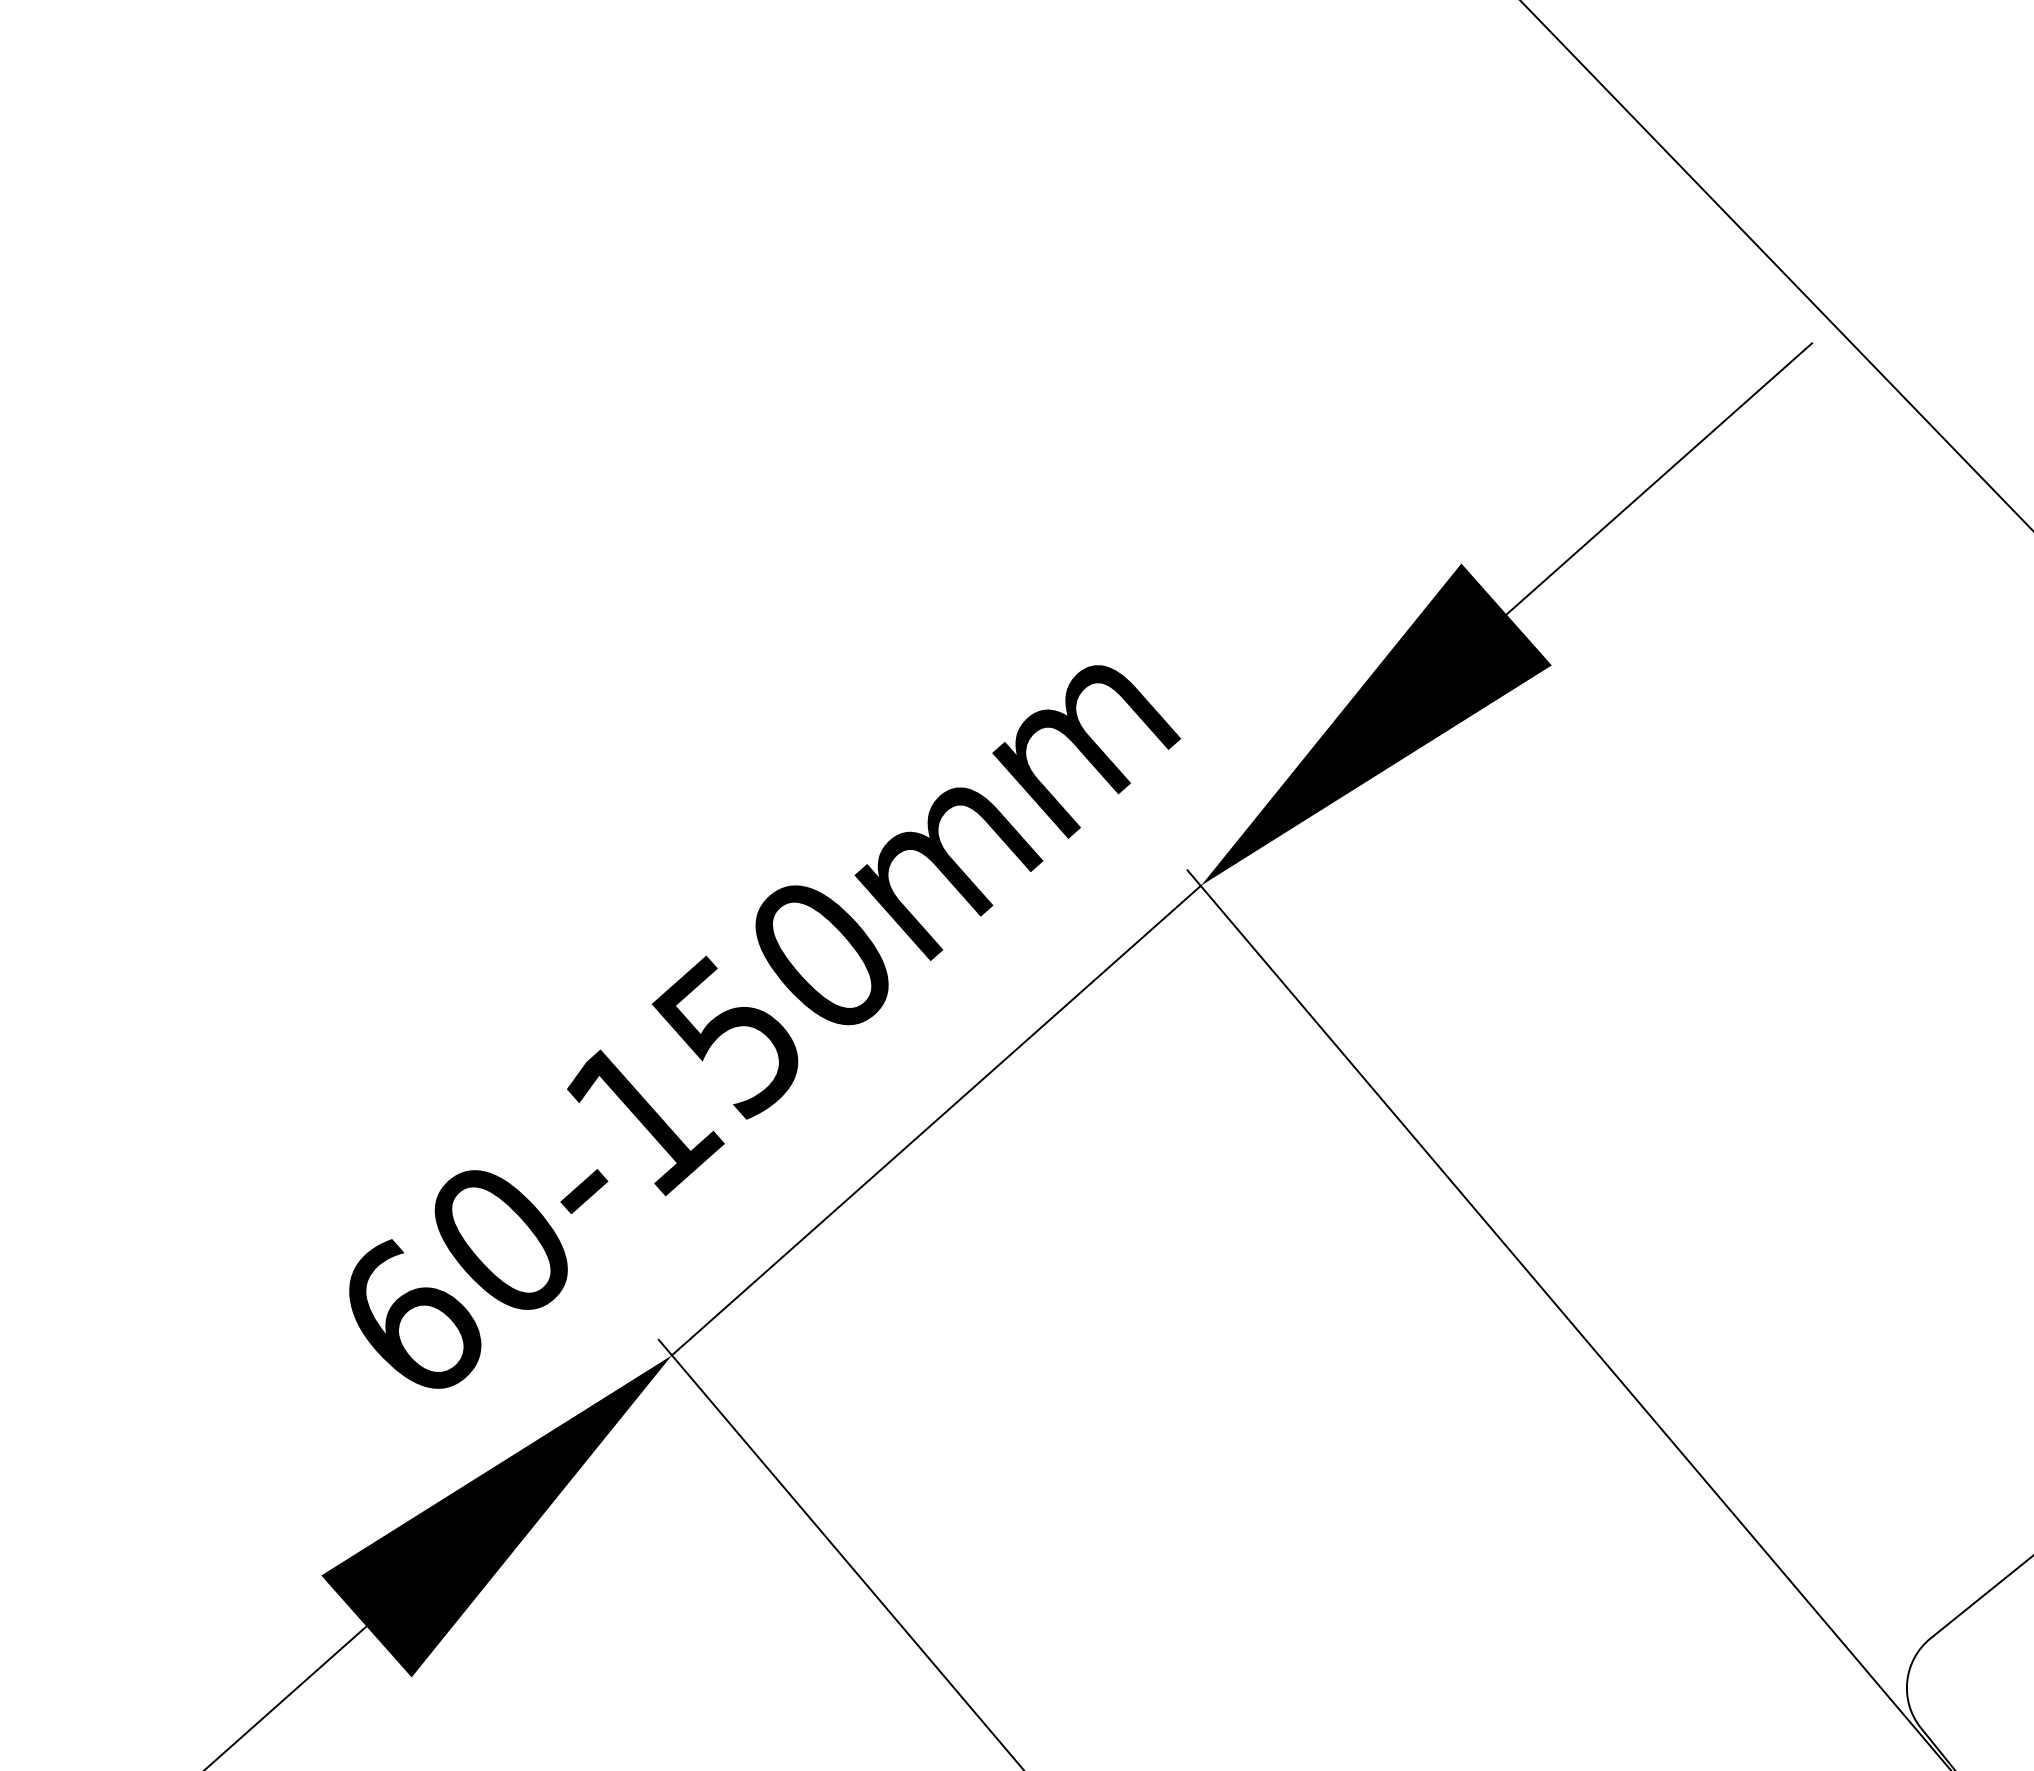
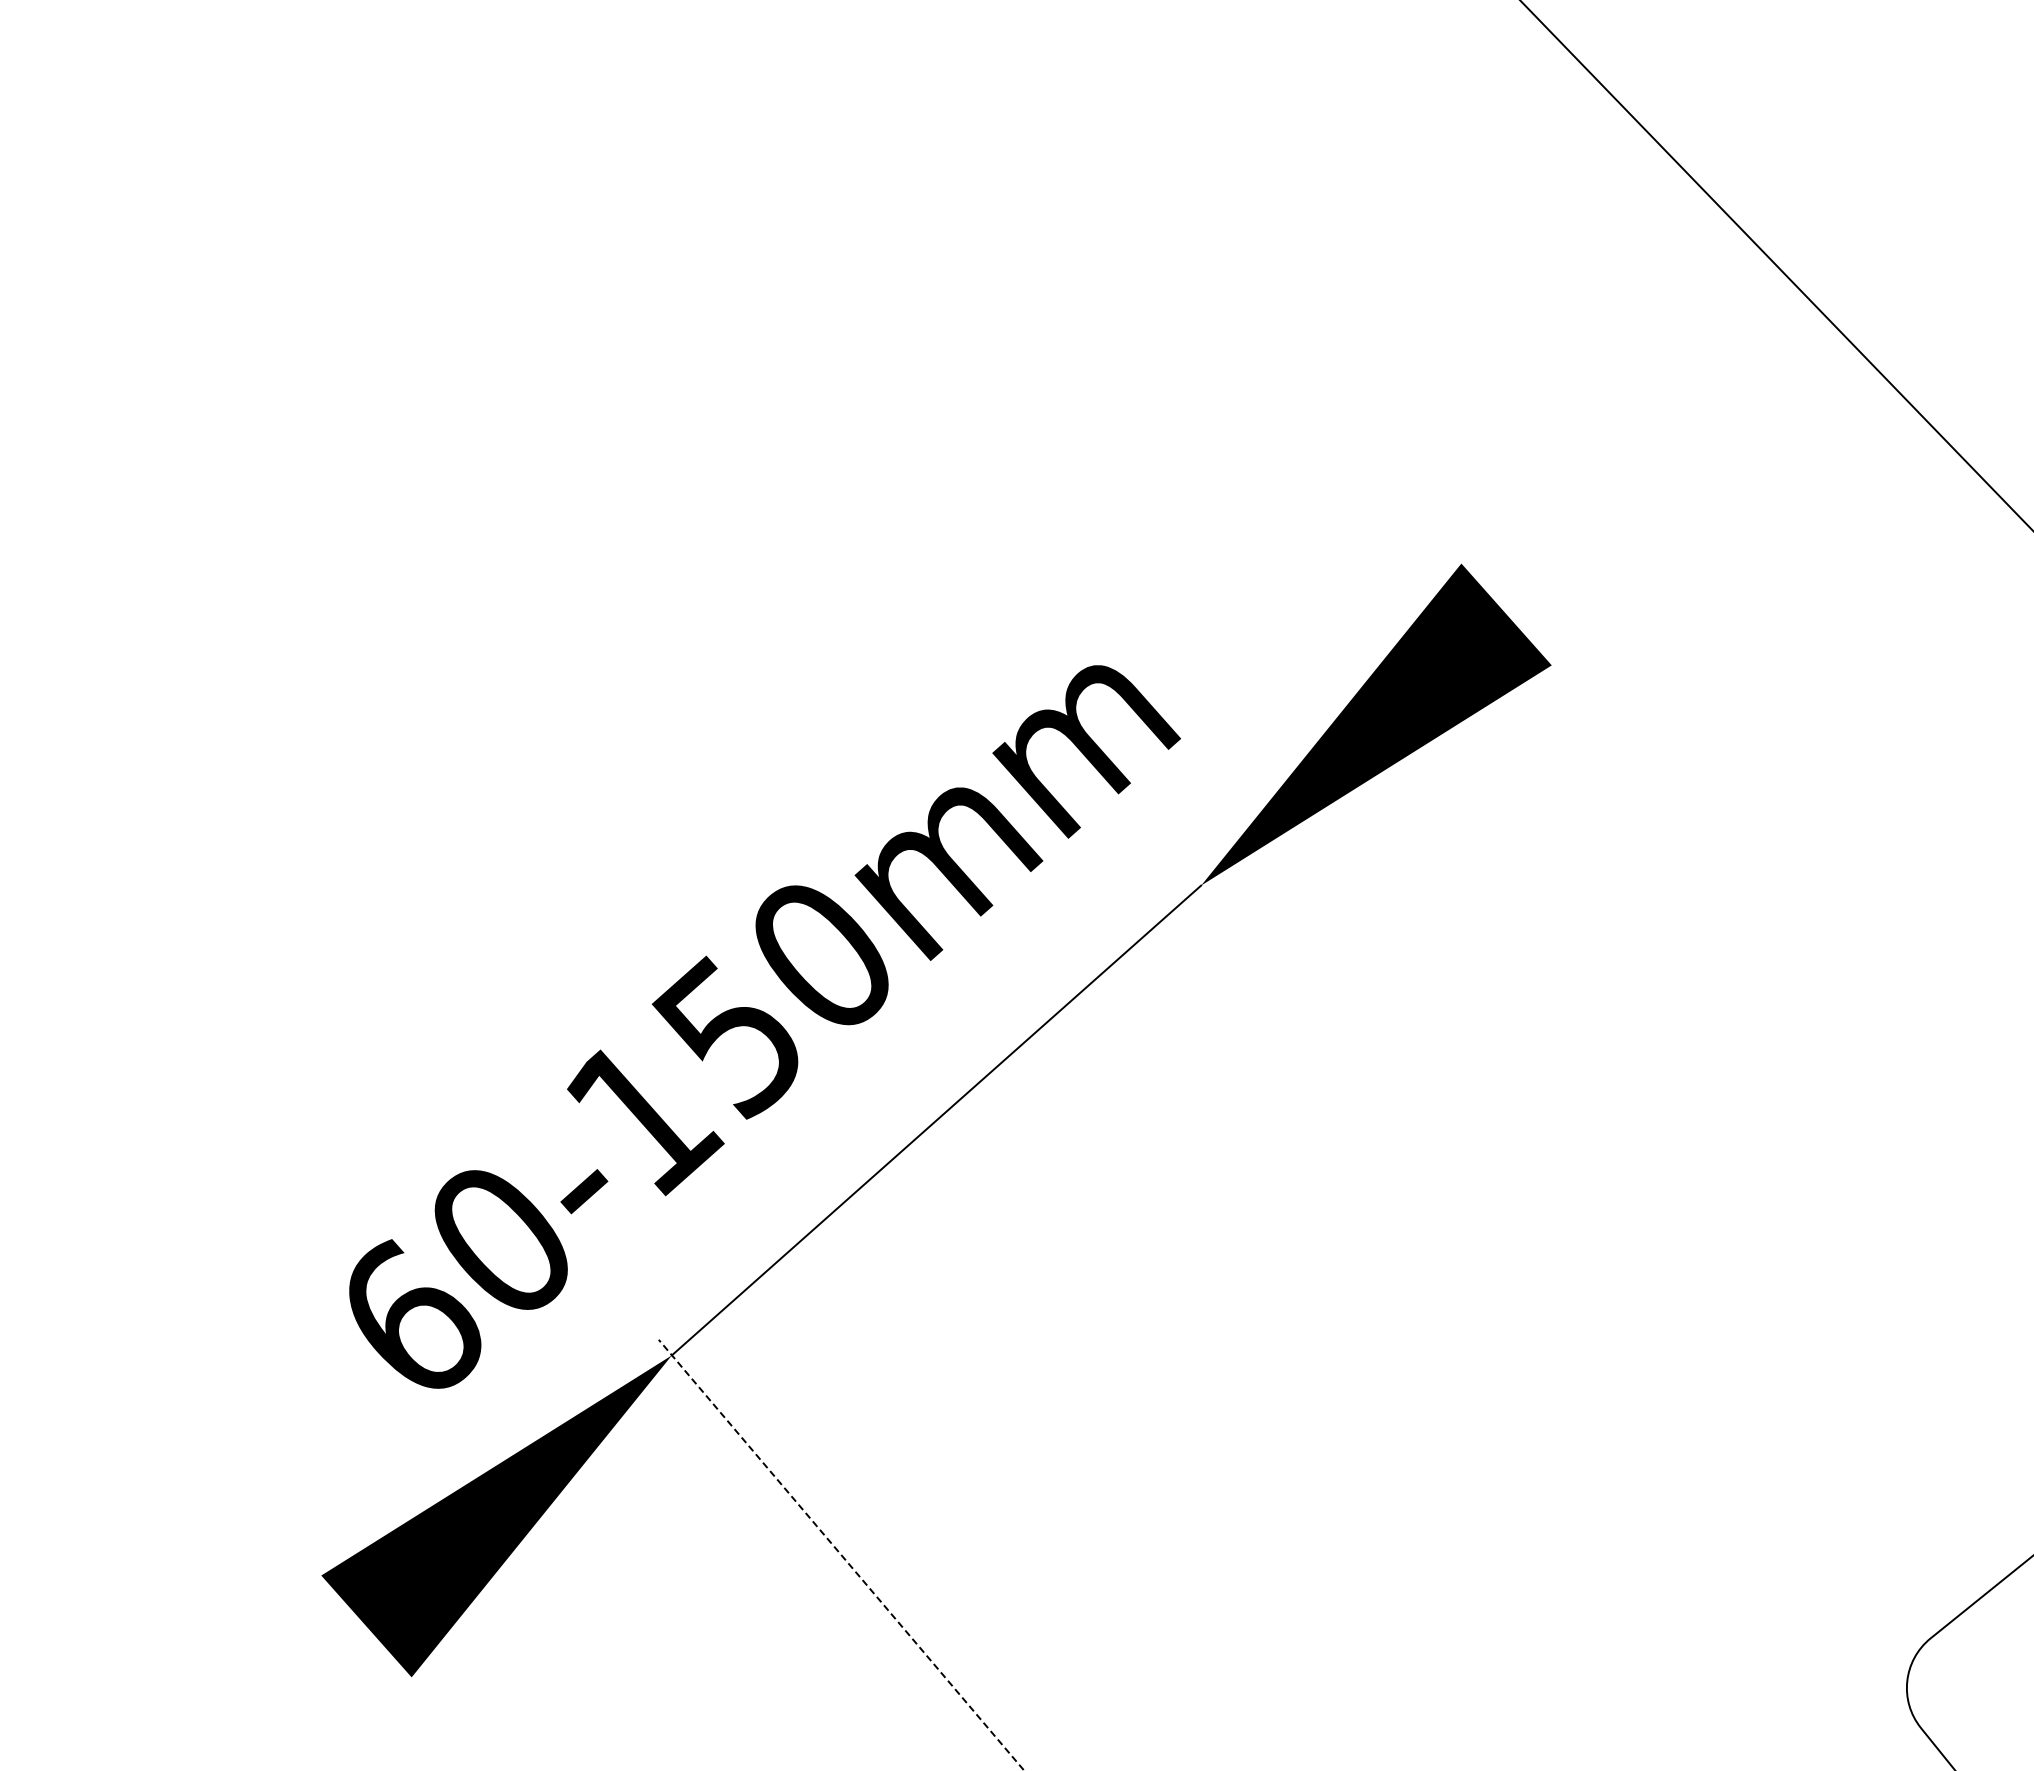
line at (1659, 478): present -> none
line at (1567, 1318): present -> none
line at (841, 1554): solid -> dashed
line at (286, 1696): present -> none
